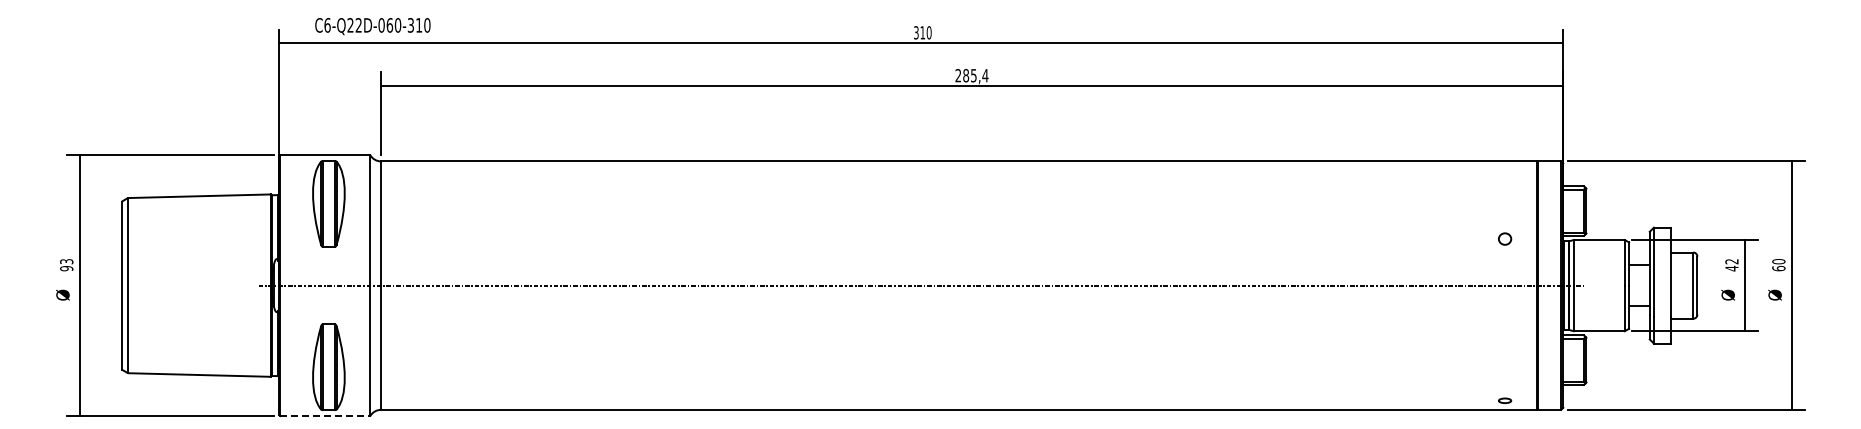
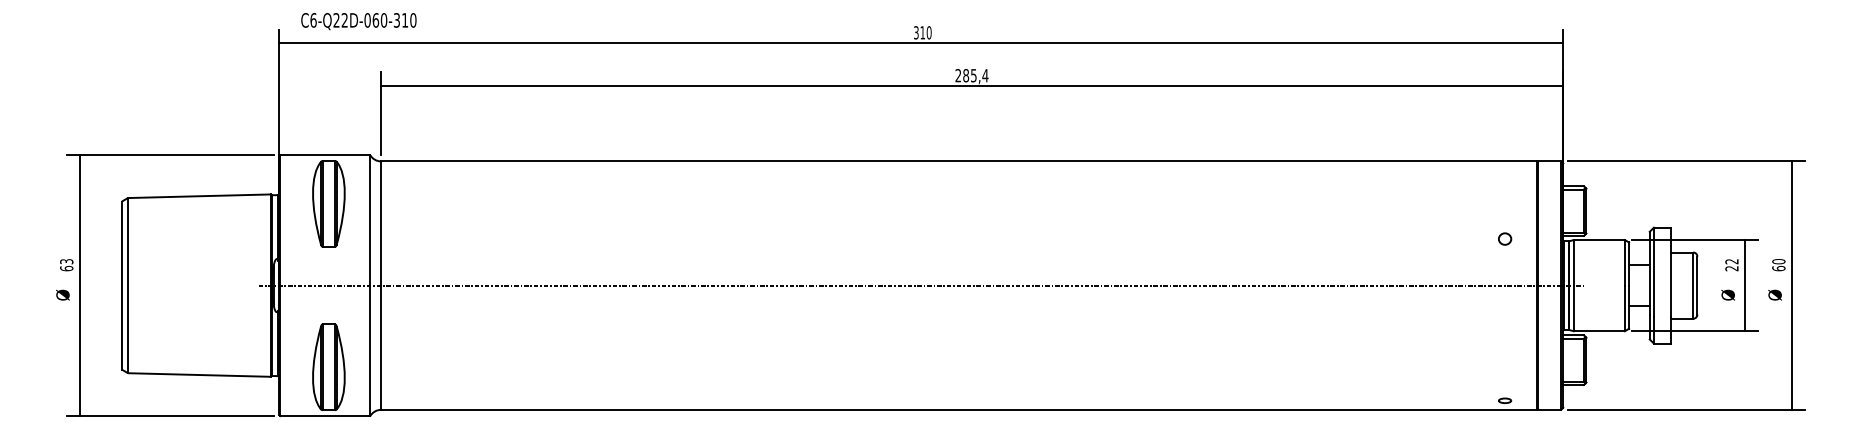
text at (372, 26) position: (372, 26) -> (358, 21)
text at (66, 268): 93 -> 63
text at (1731, 268): 42 -> 22
line at (325, 416): dashed -> solid
